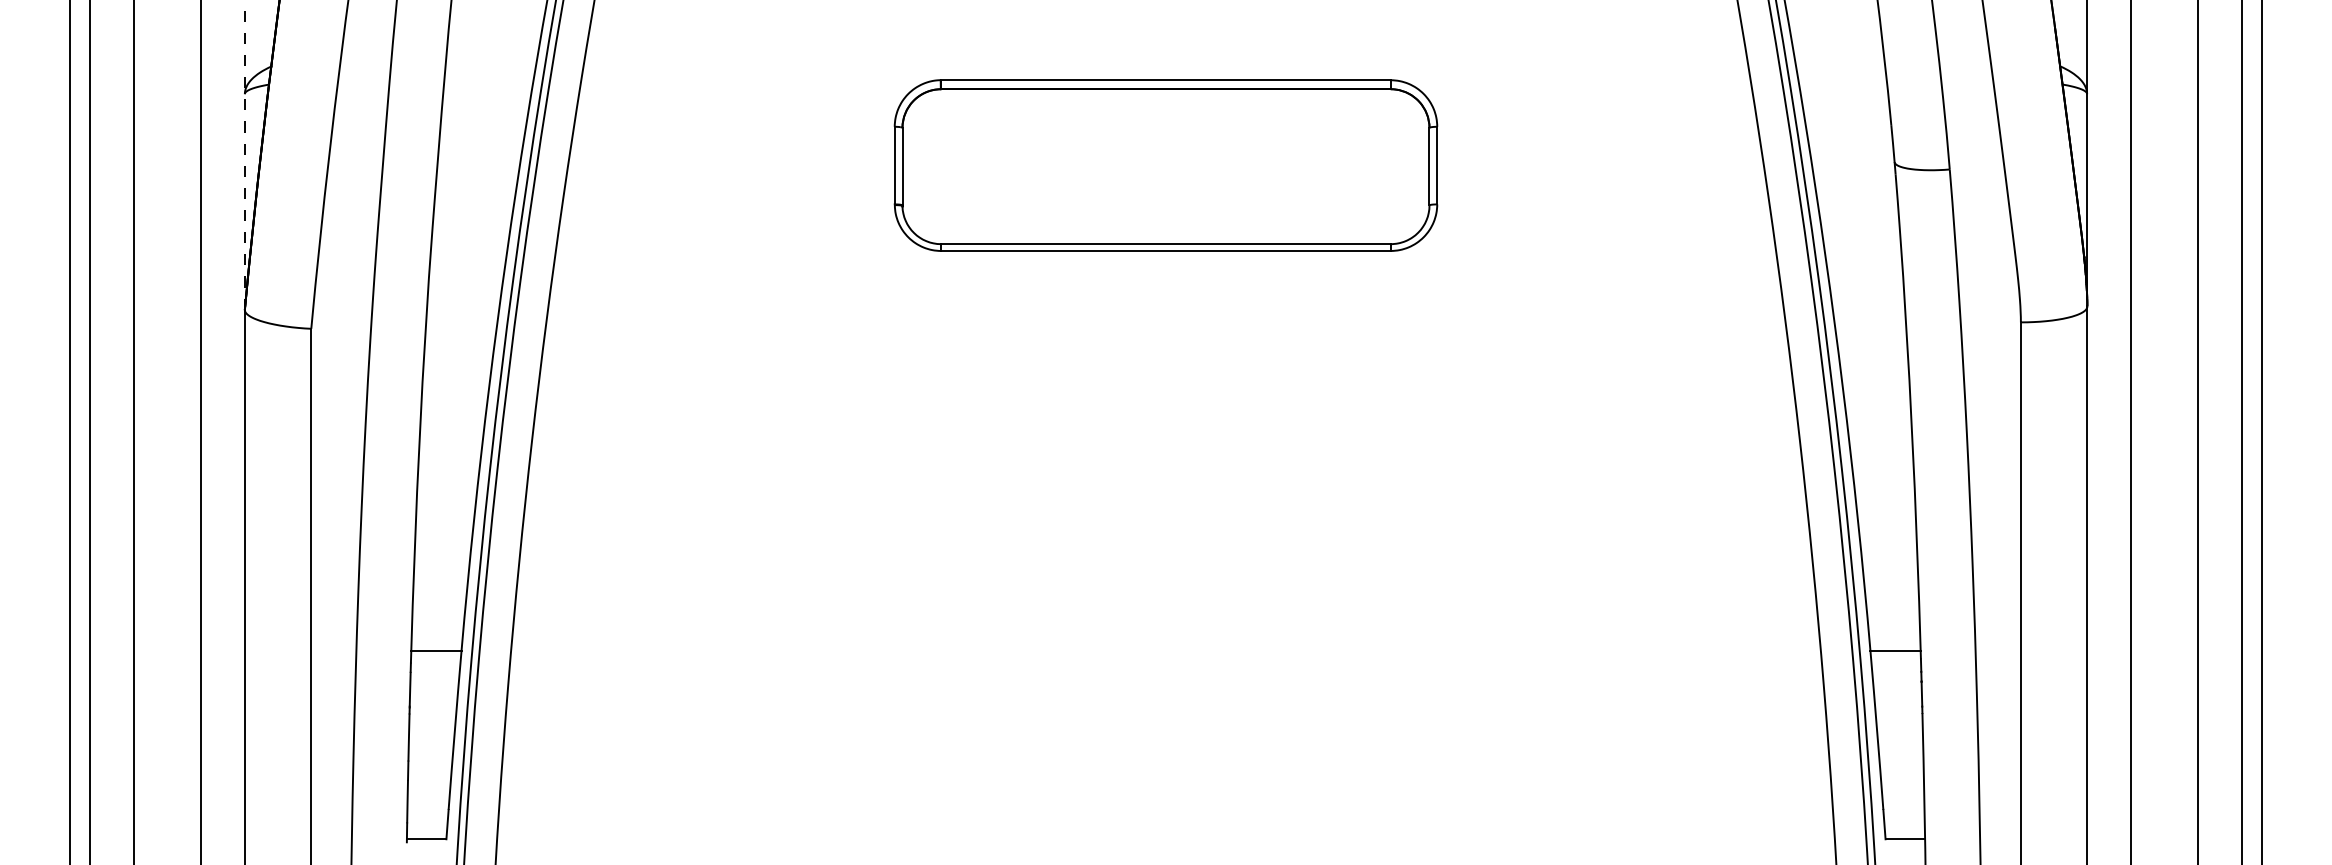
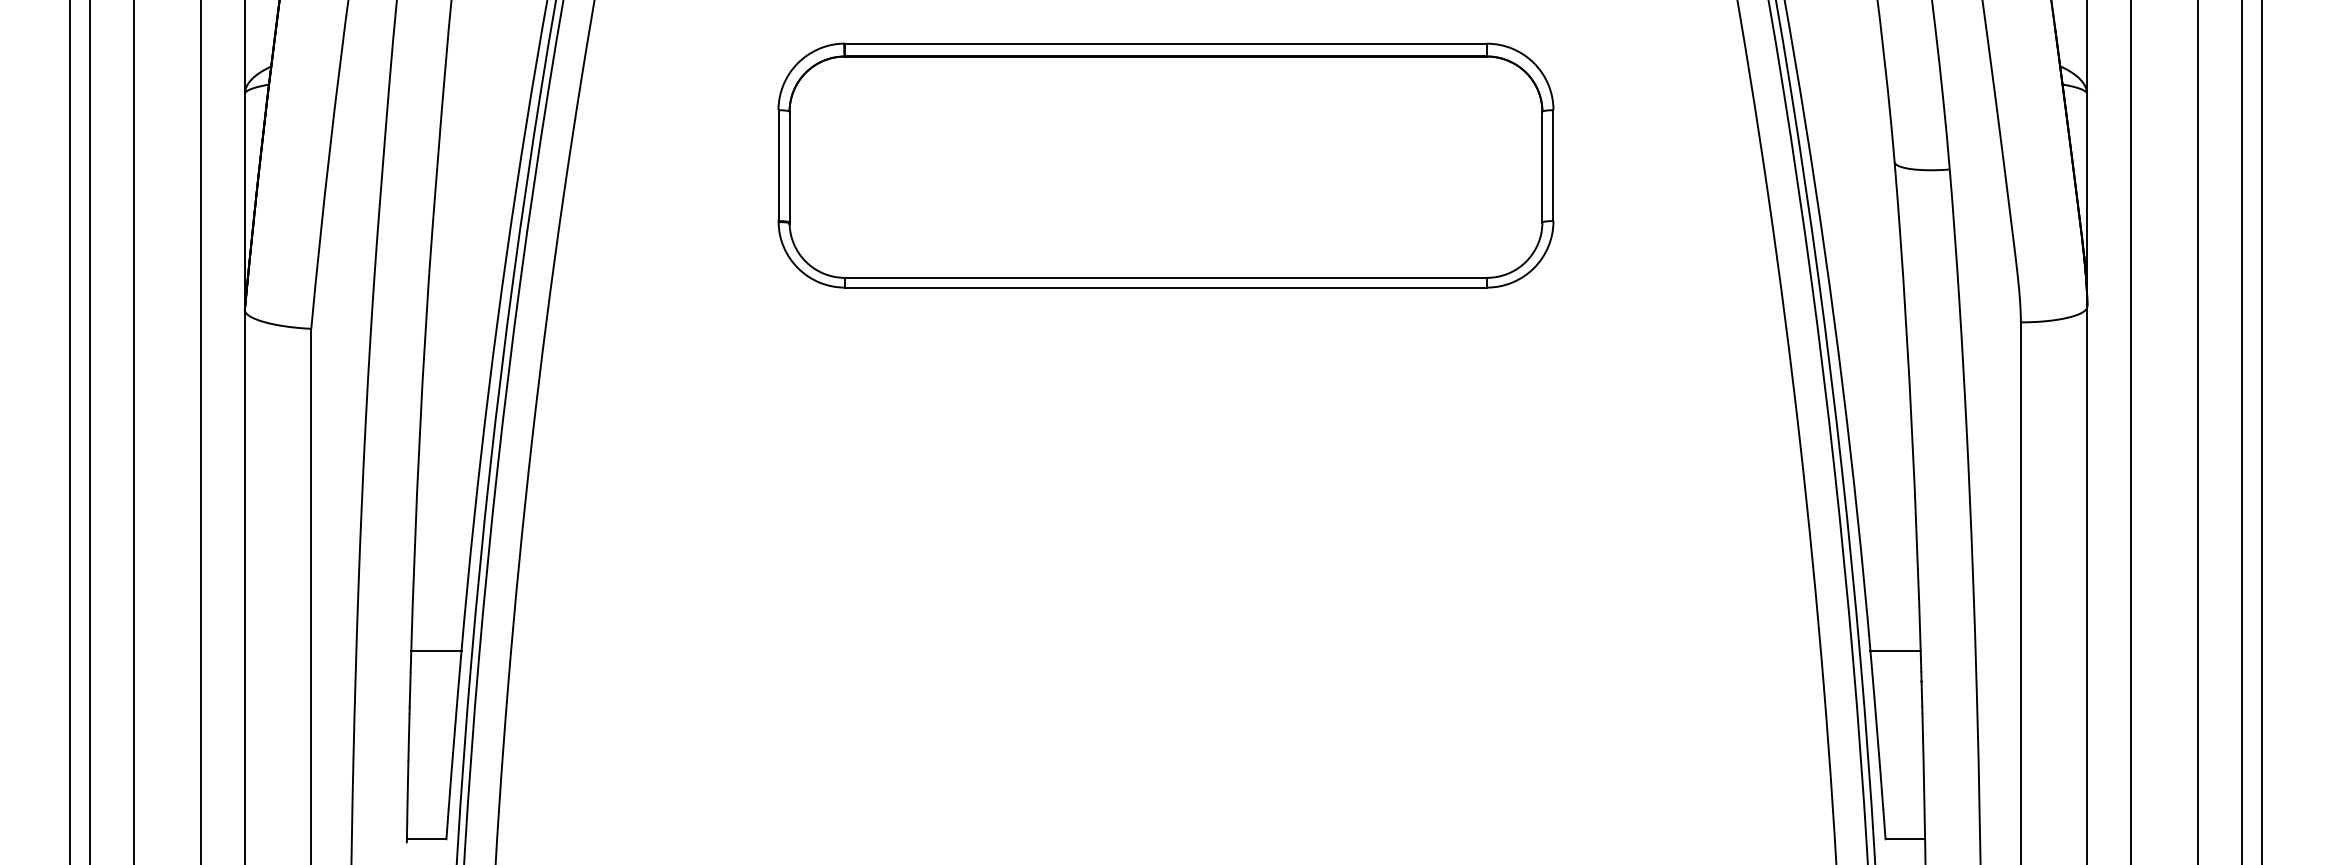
line at (244, 154): dashed -> solid
part at (1165, 165) size: 546x173 px -> 778x247 px
